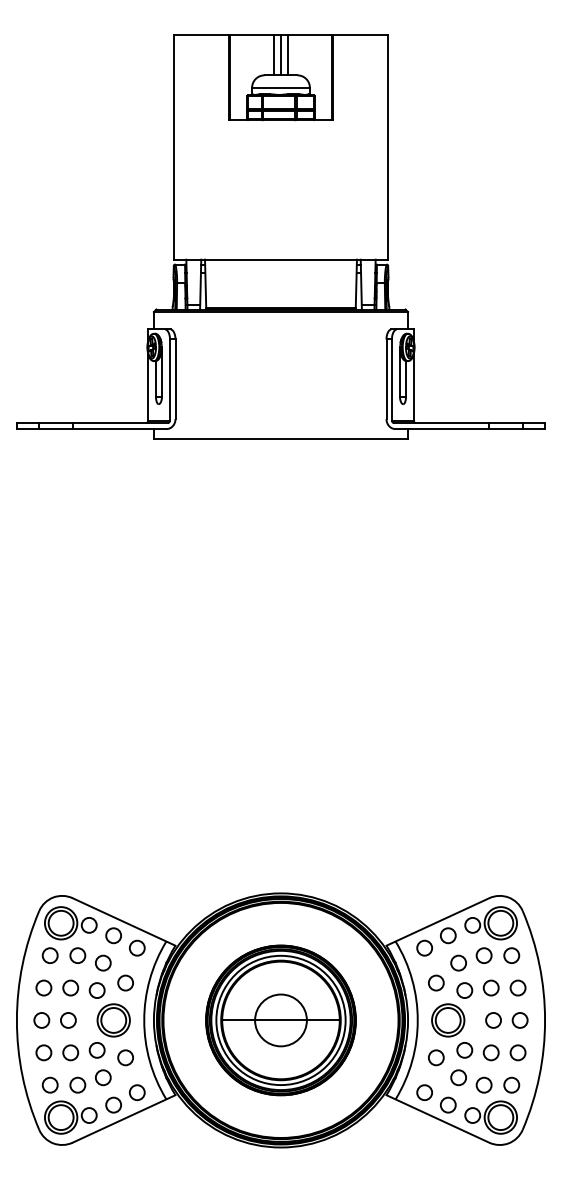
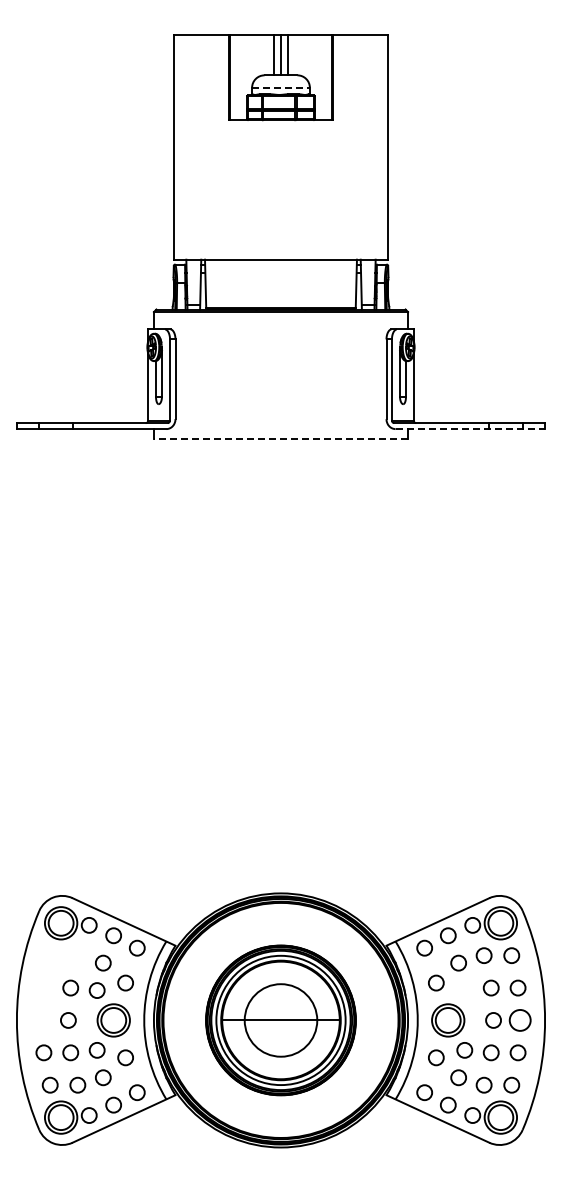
line at (281, 87): solid -> dashed
line at (470, 429): solid -> dashed
line at (280, 439): solid -> dashed
circle at (49, 955): present -> none
circle at (77, 955): present -> none
circle at (43, 987): present -> none
circle at (464, 990): present -> none
circle at (41, 1020): present -> none
circle at (280, 1020) diameter: 52 px -> 73 px
circle at (519, 1020) size: 18x17 px -> 24x23 px
